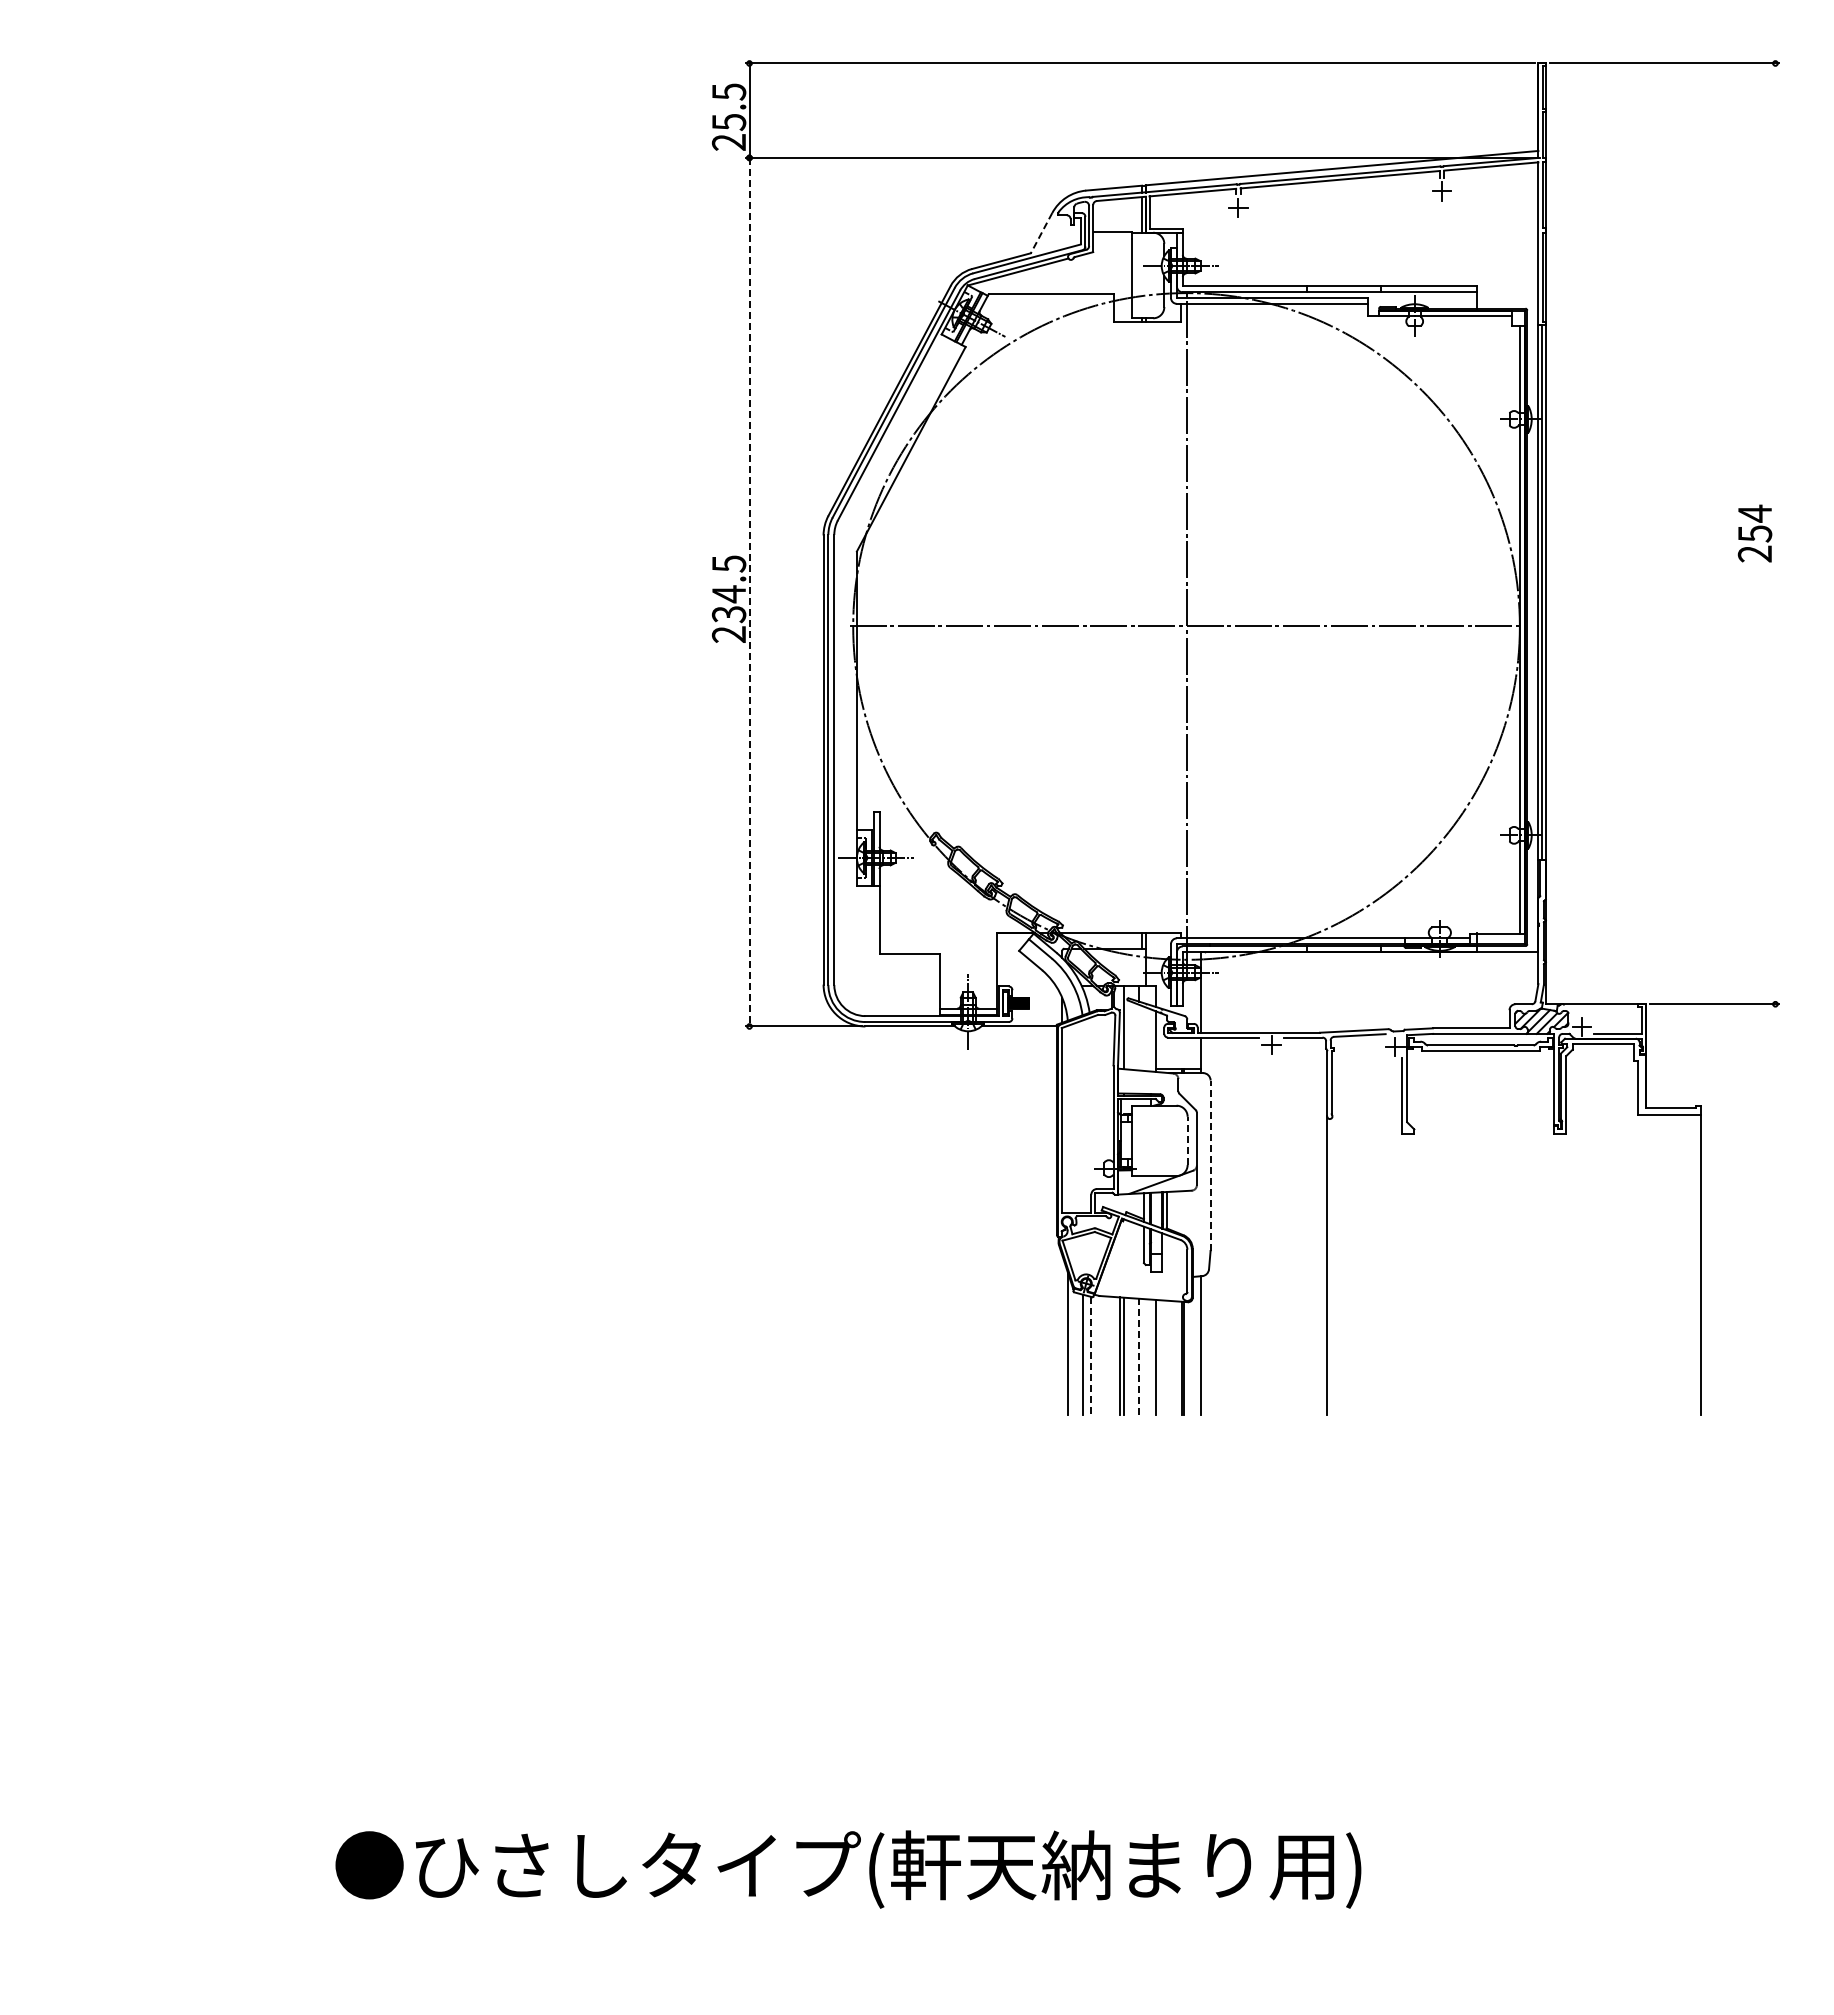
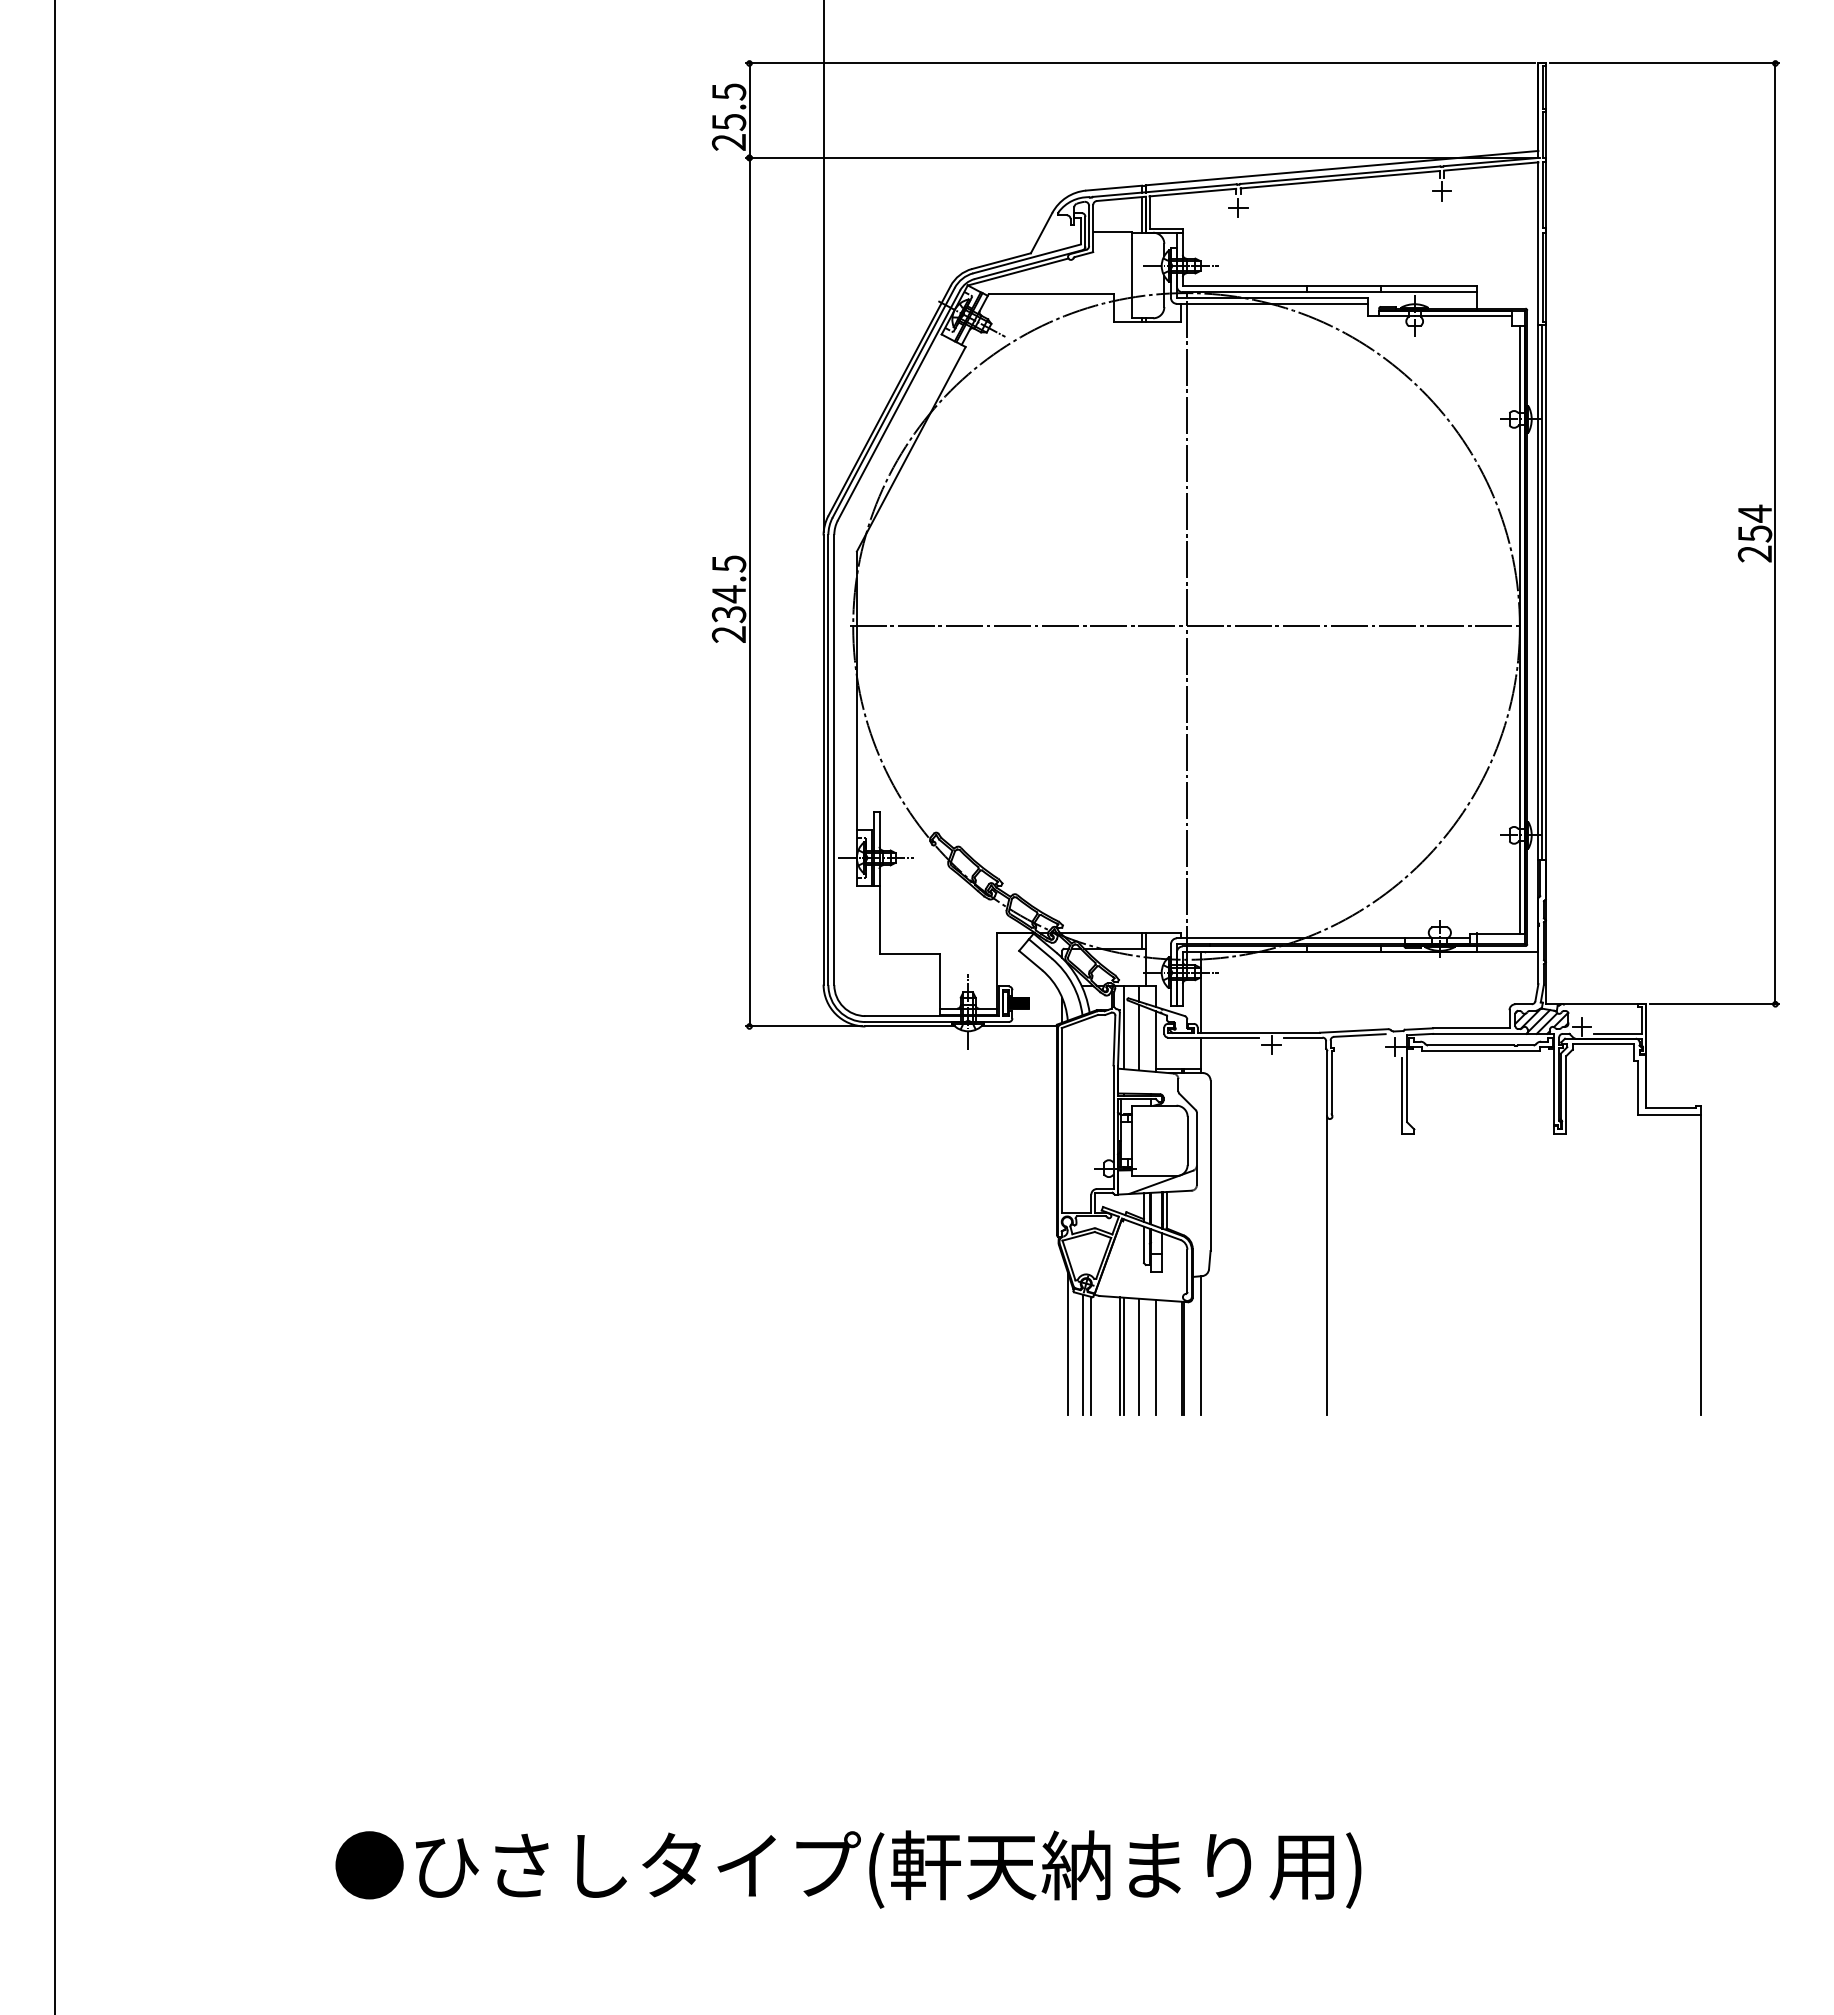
line at (1041, 233): dashed -> solid
line at (823, 266): none -> present
line at (1775, 533): none -> present
line at (749, 592): dashed -> solid
line at (54, 1006): none -> present
line at (1139, 1037): none -> present
line at (1187, 1140): dashed -> solid
line at (1210, 1165): dashed -> solid
line at (1090, 1356): dashed -> solid
line at (1139, 1356): dashed -> solid
